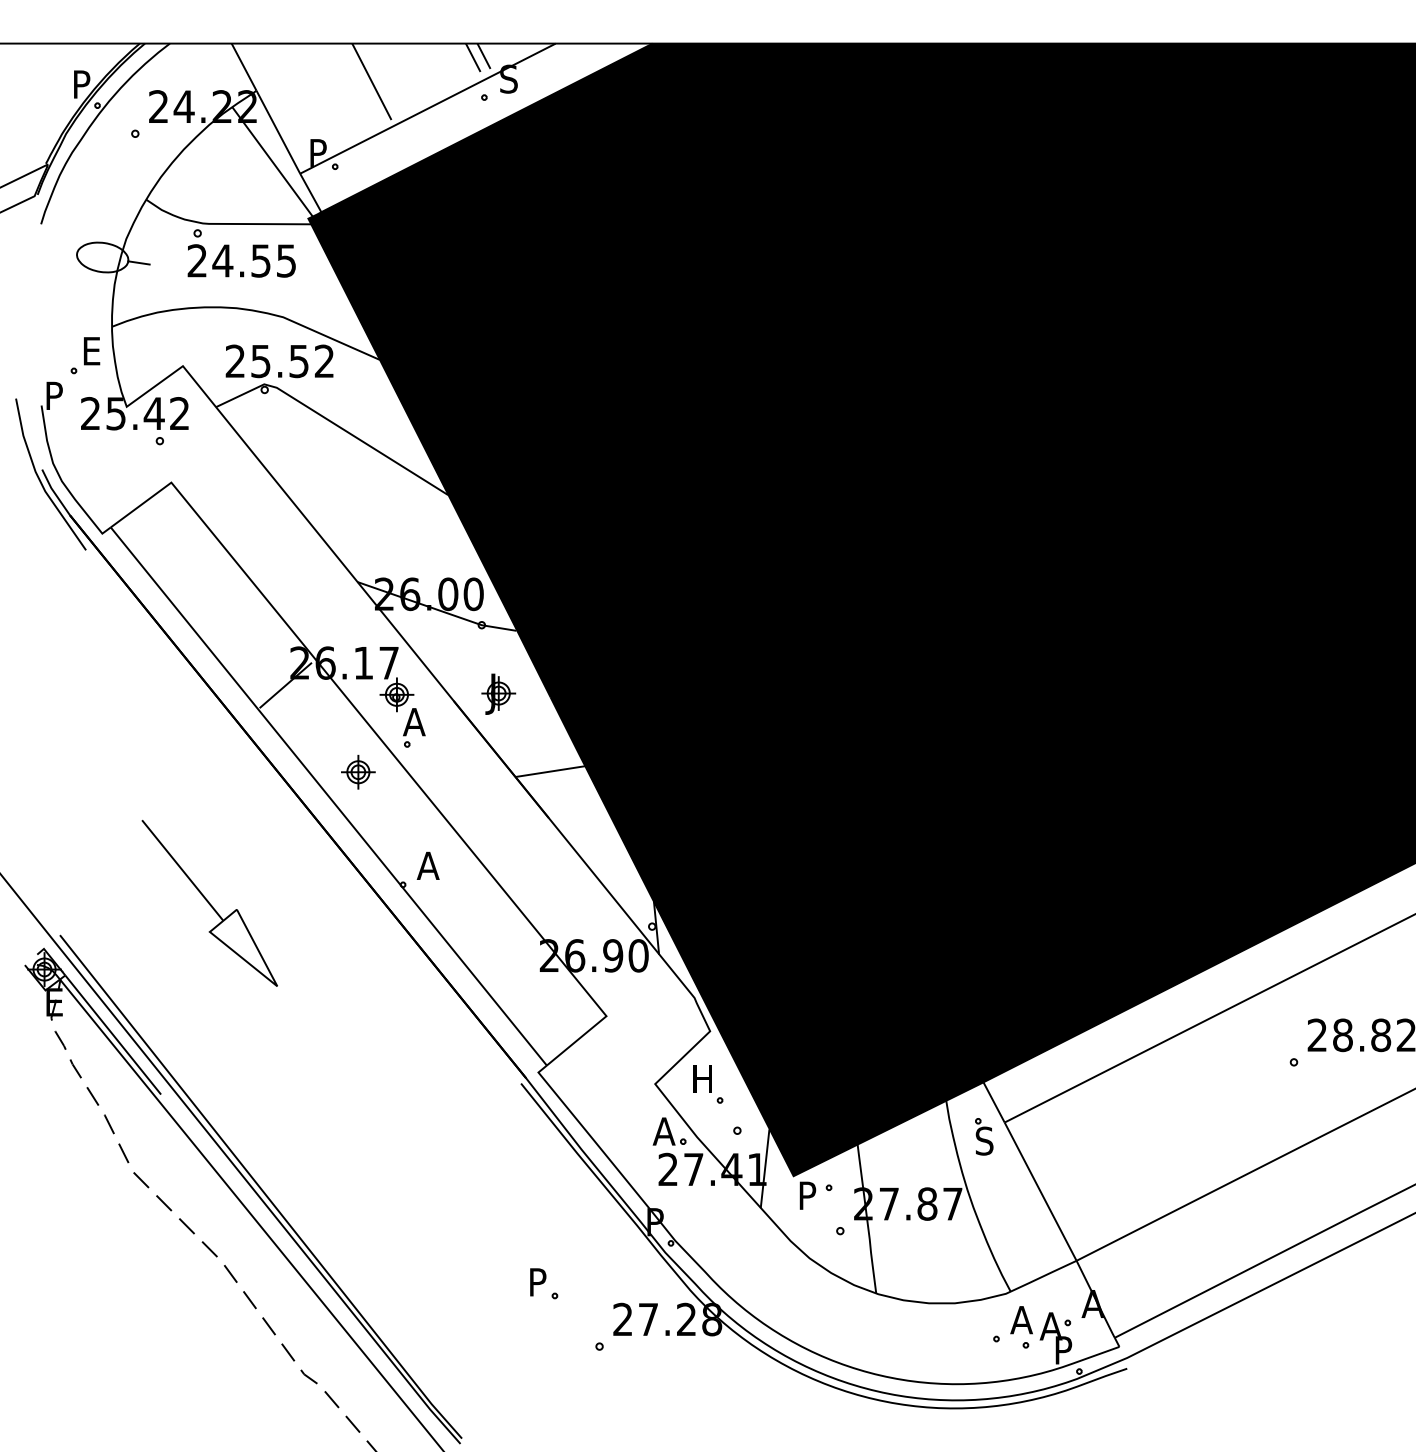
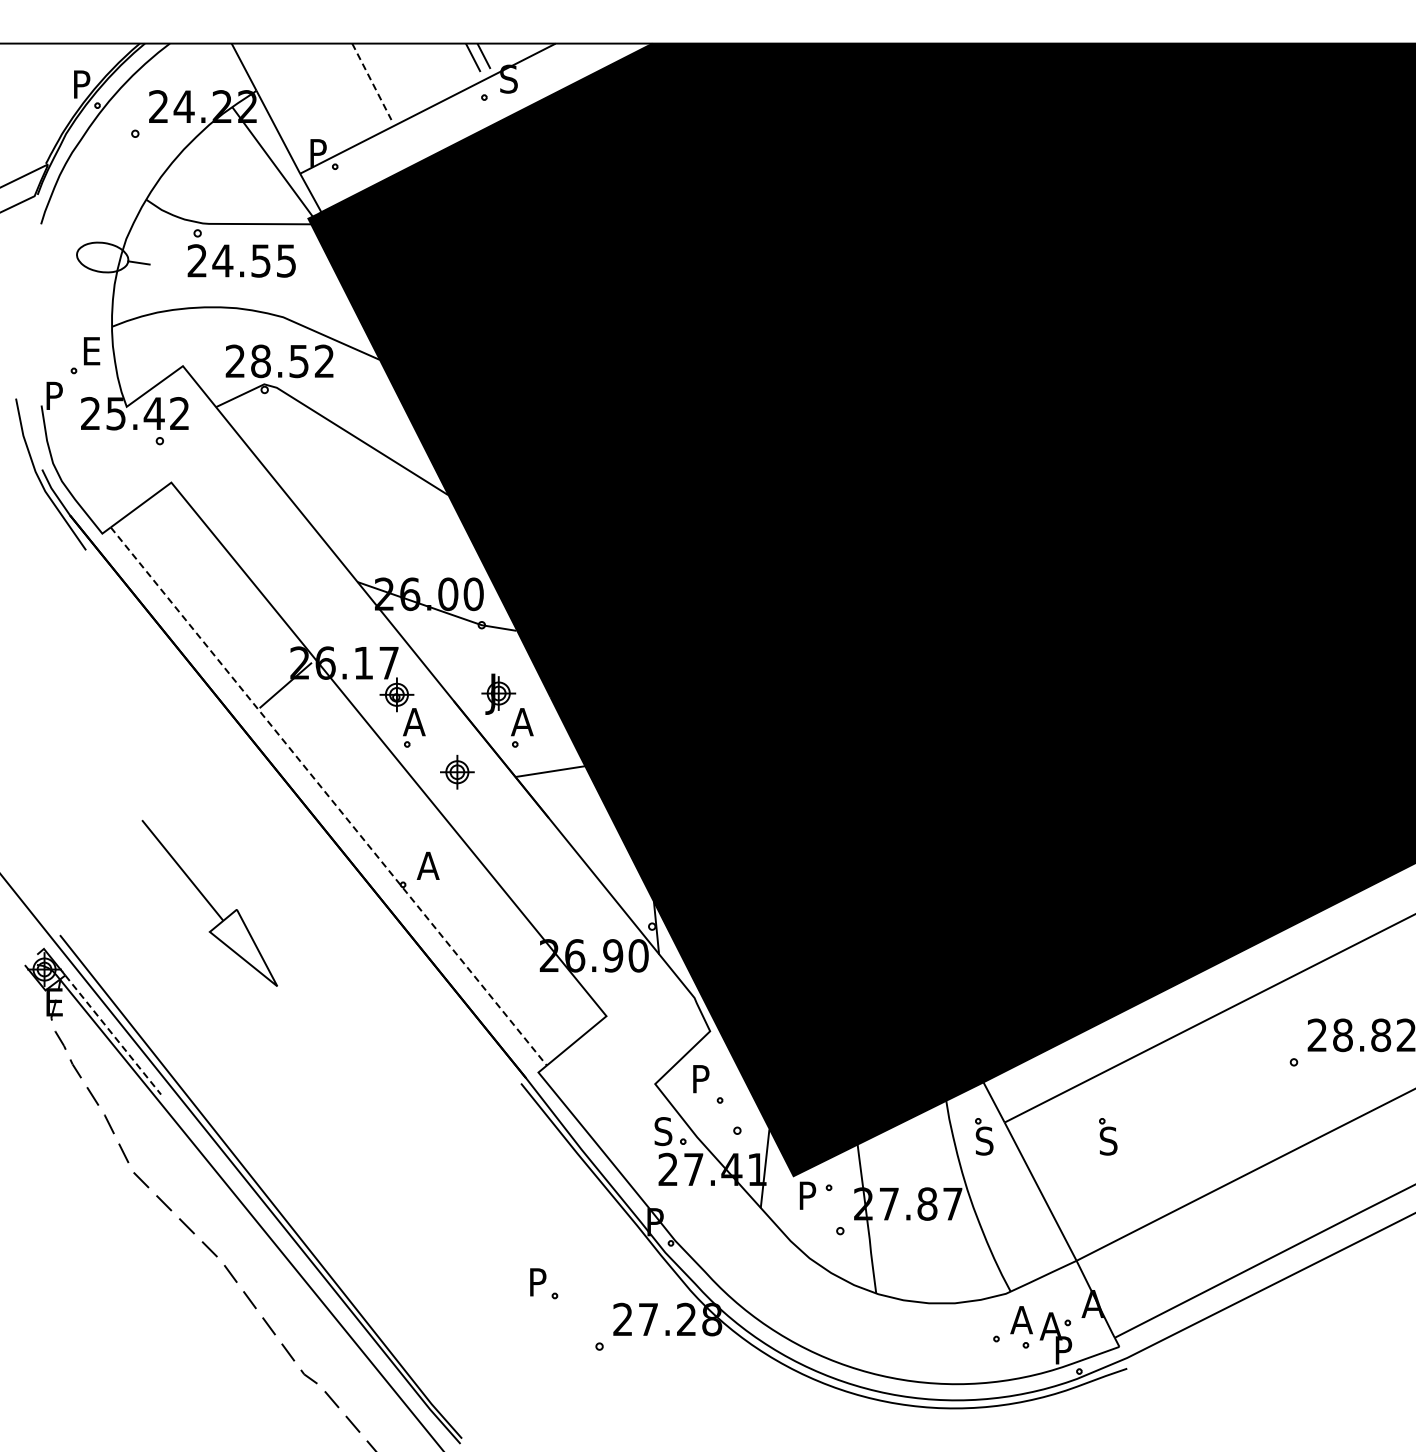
line at (371, 81): solid -> dashed
text at (260, 361): 25.52 -> 28.52
part at (522, 727): none -> present
part at (358, 771) position: (358, 771) -> (457, 771)
line at (329, 796): solid -> dashed
line at (113, 1035): solid -> dashed
text at (702, 1079): H -> P
text at (663, 1131): A -> S
part at (1108, 1136): none -> present
